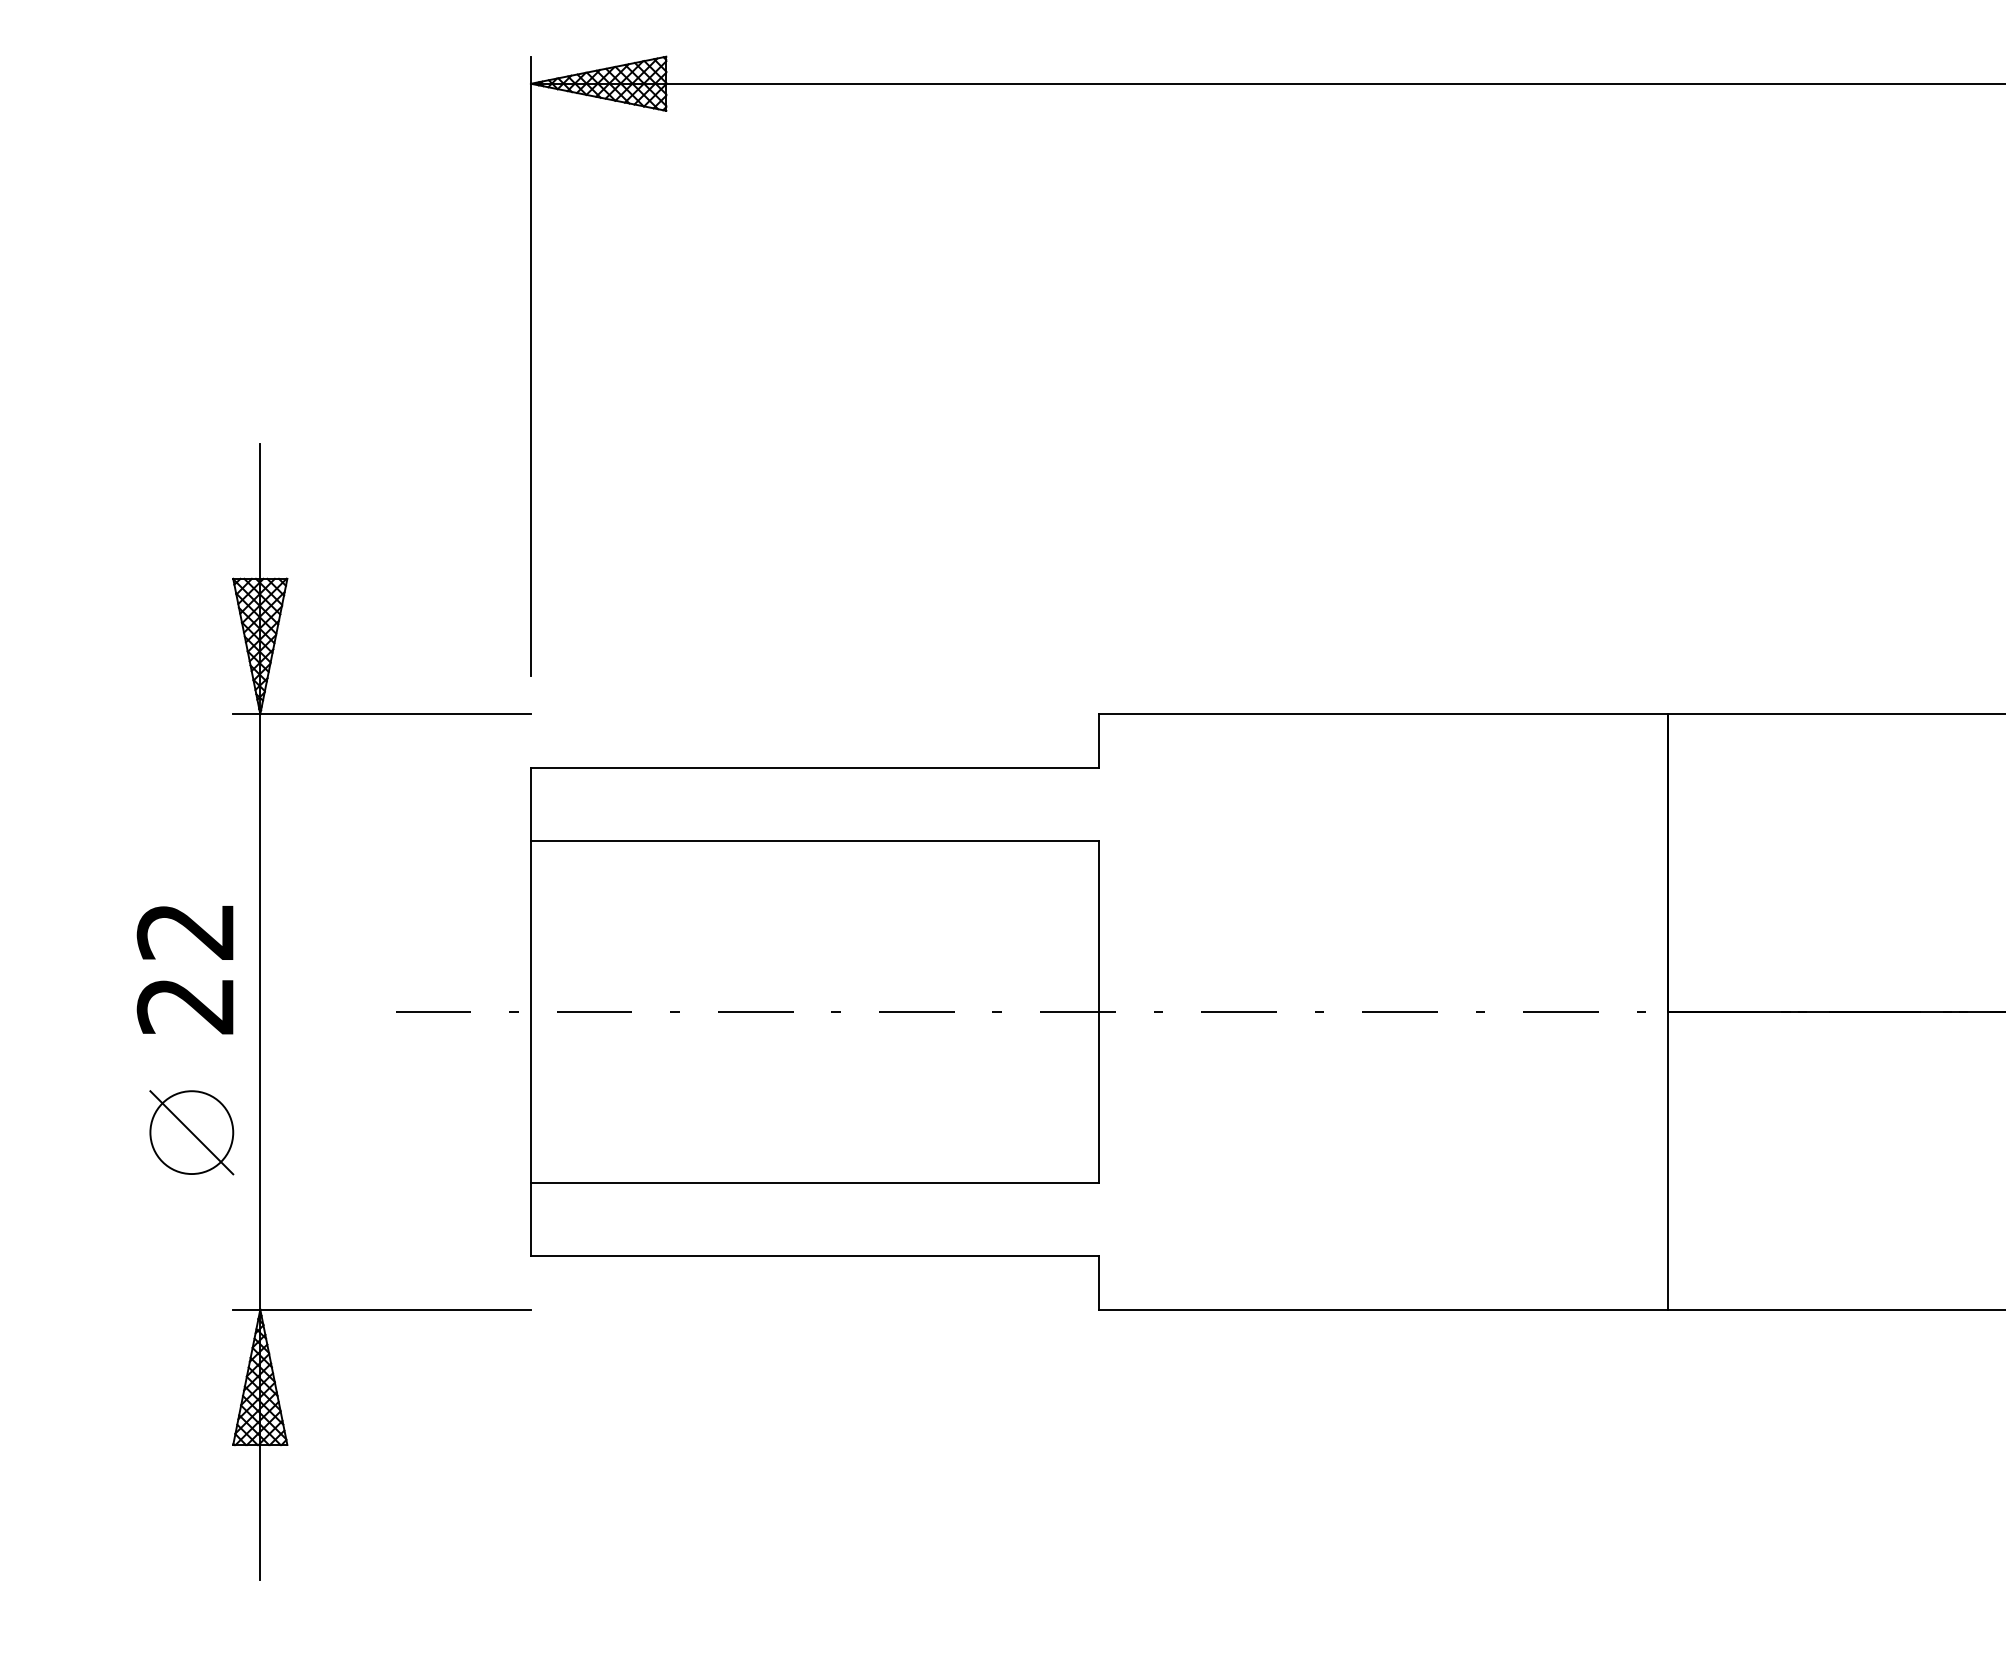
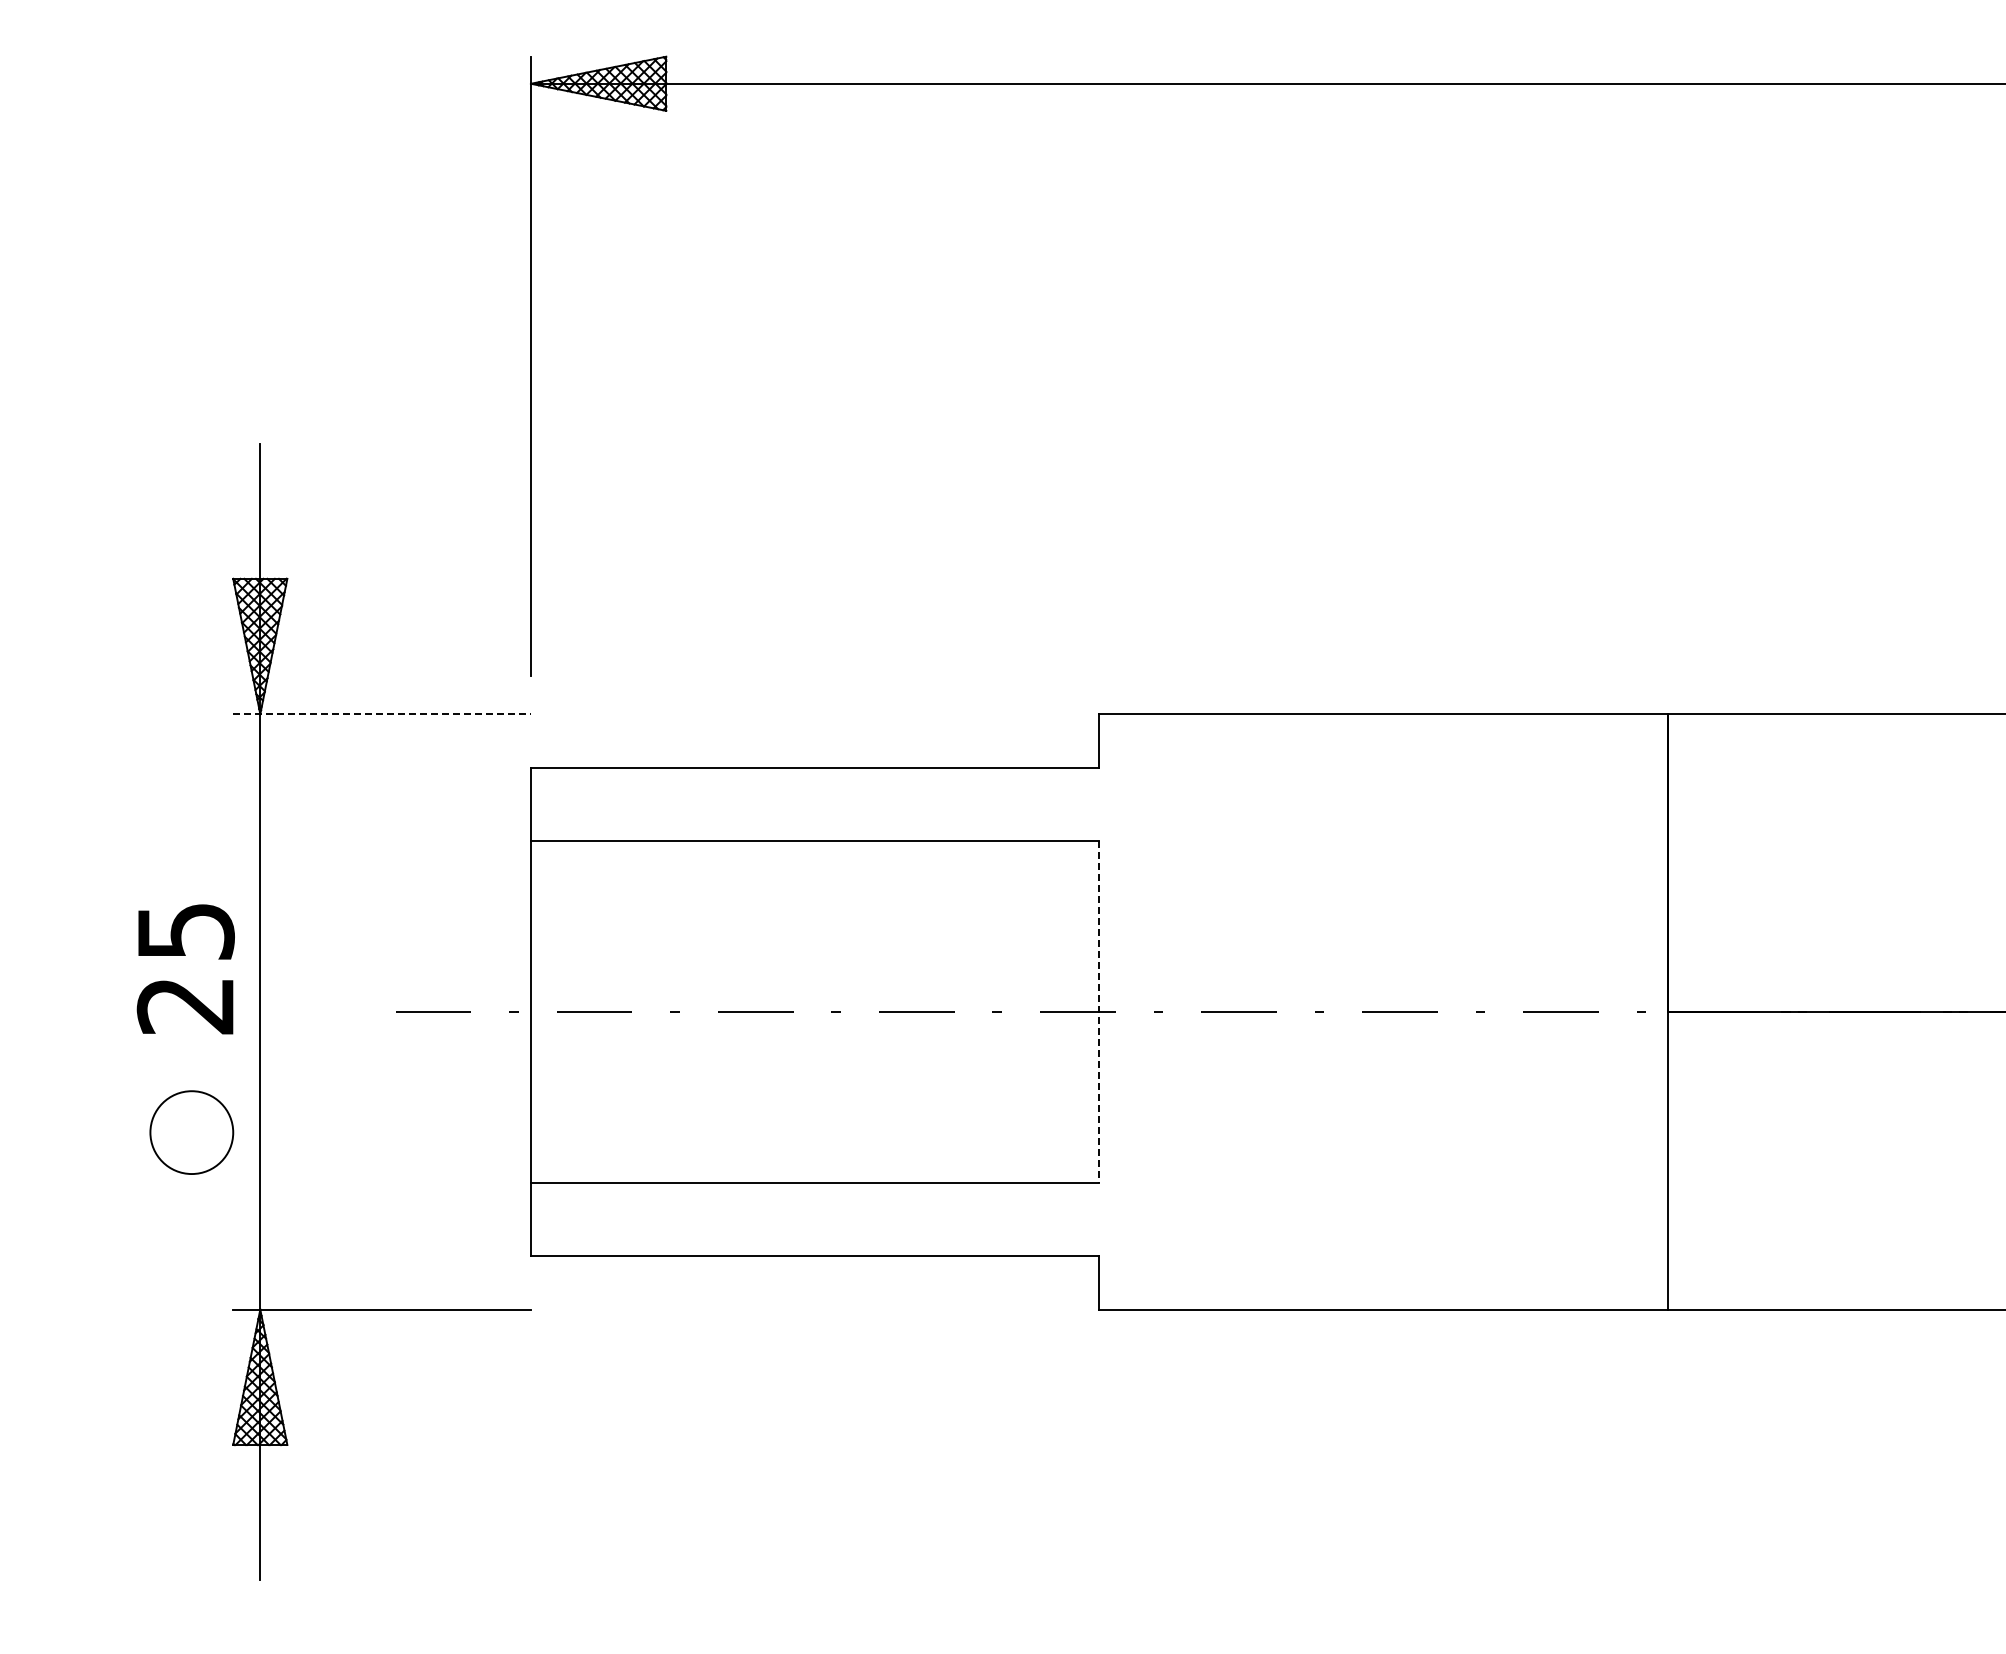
line at (382, 714): solid -> dashed
text at (185, 931): 22 -> 25
line at (1099, 1012): solid -> dashed
line at (191, 1132): present -> none
